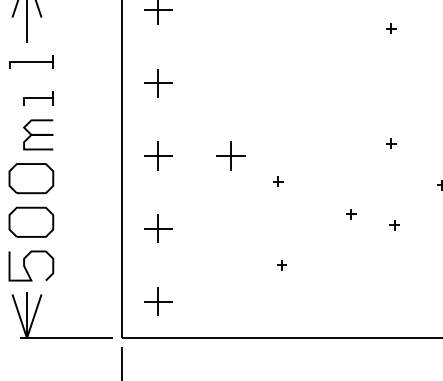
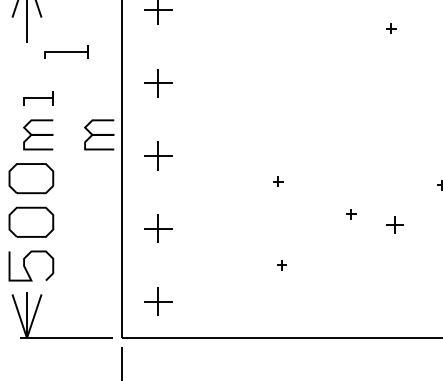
line at (31, 61) position: (31, 61) -> (66, 51)
curve at (99, 134): none -> present
part at (391, 143): present -> none
part at (230, 155): present -> none
part at (394, 225) size: 11x11 px -> 18x18 px
